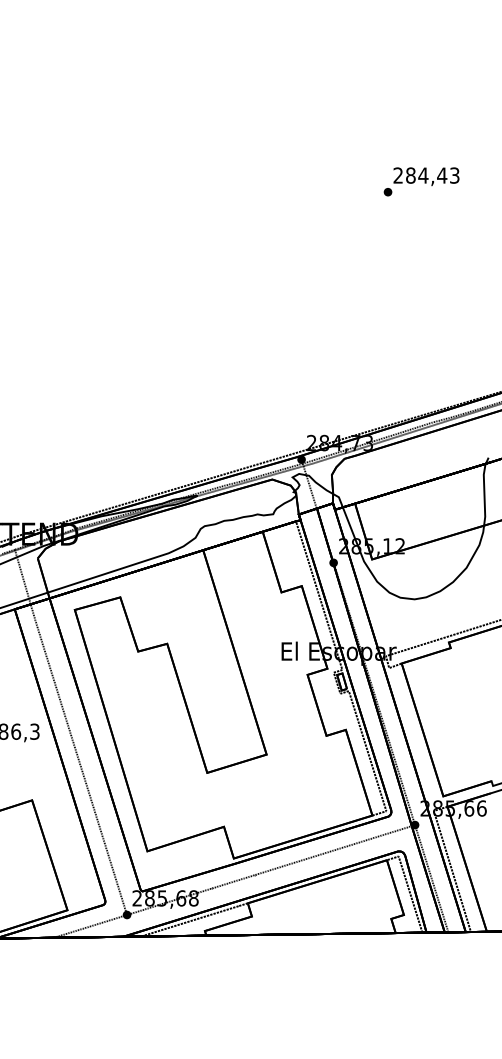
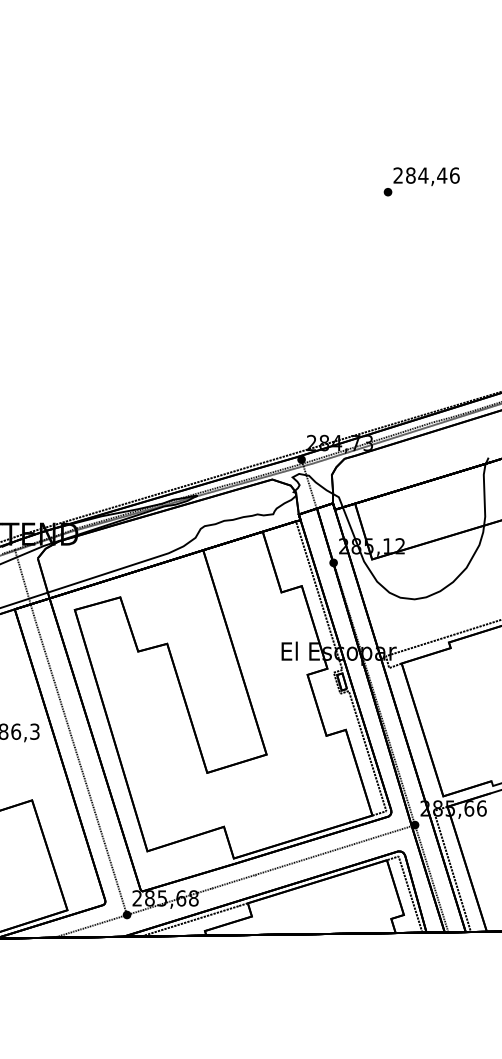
text at (454, 175): 284,43 -> 284,46
